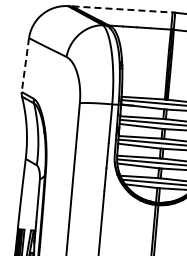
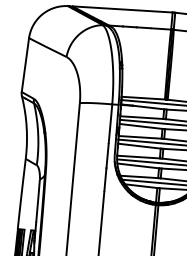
line at (123, 9): dashed -> solid
line at (25, 65): dashed -> solid
